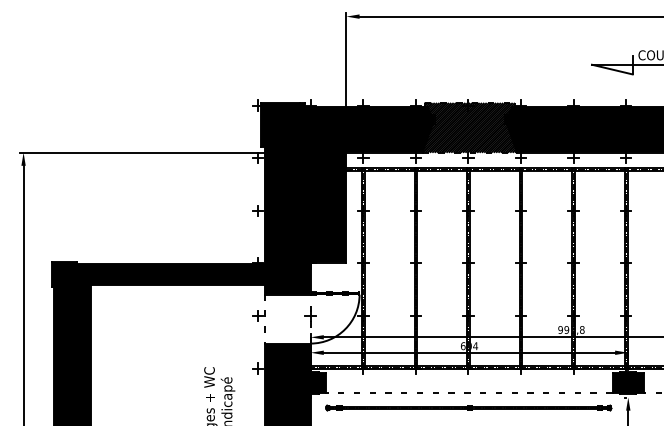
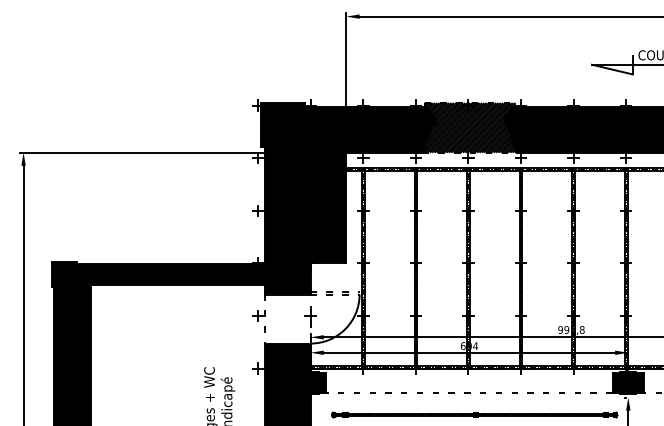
fill at (334, 293): present -> none
part at (468, 407) position: (468, 407) -> (474, 414)
